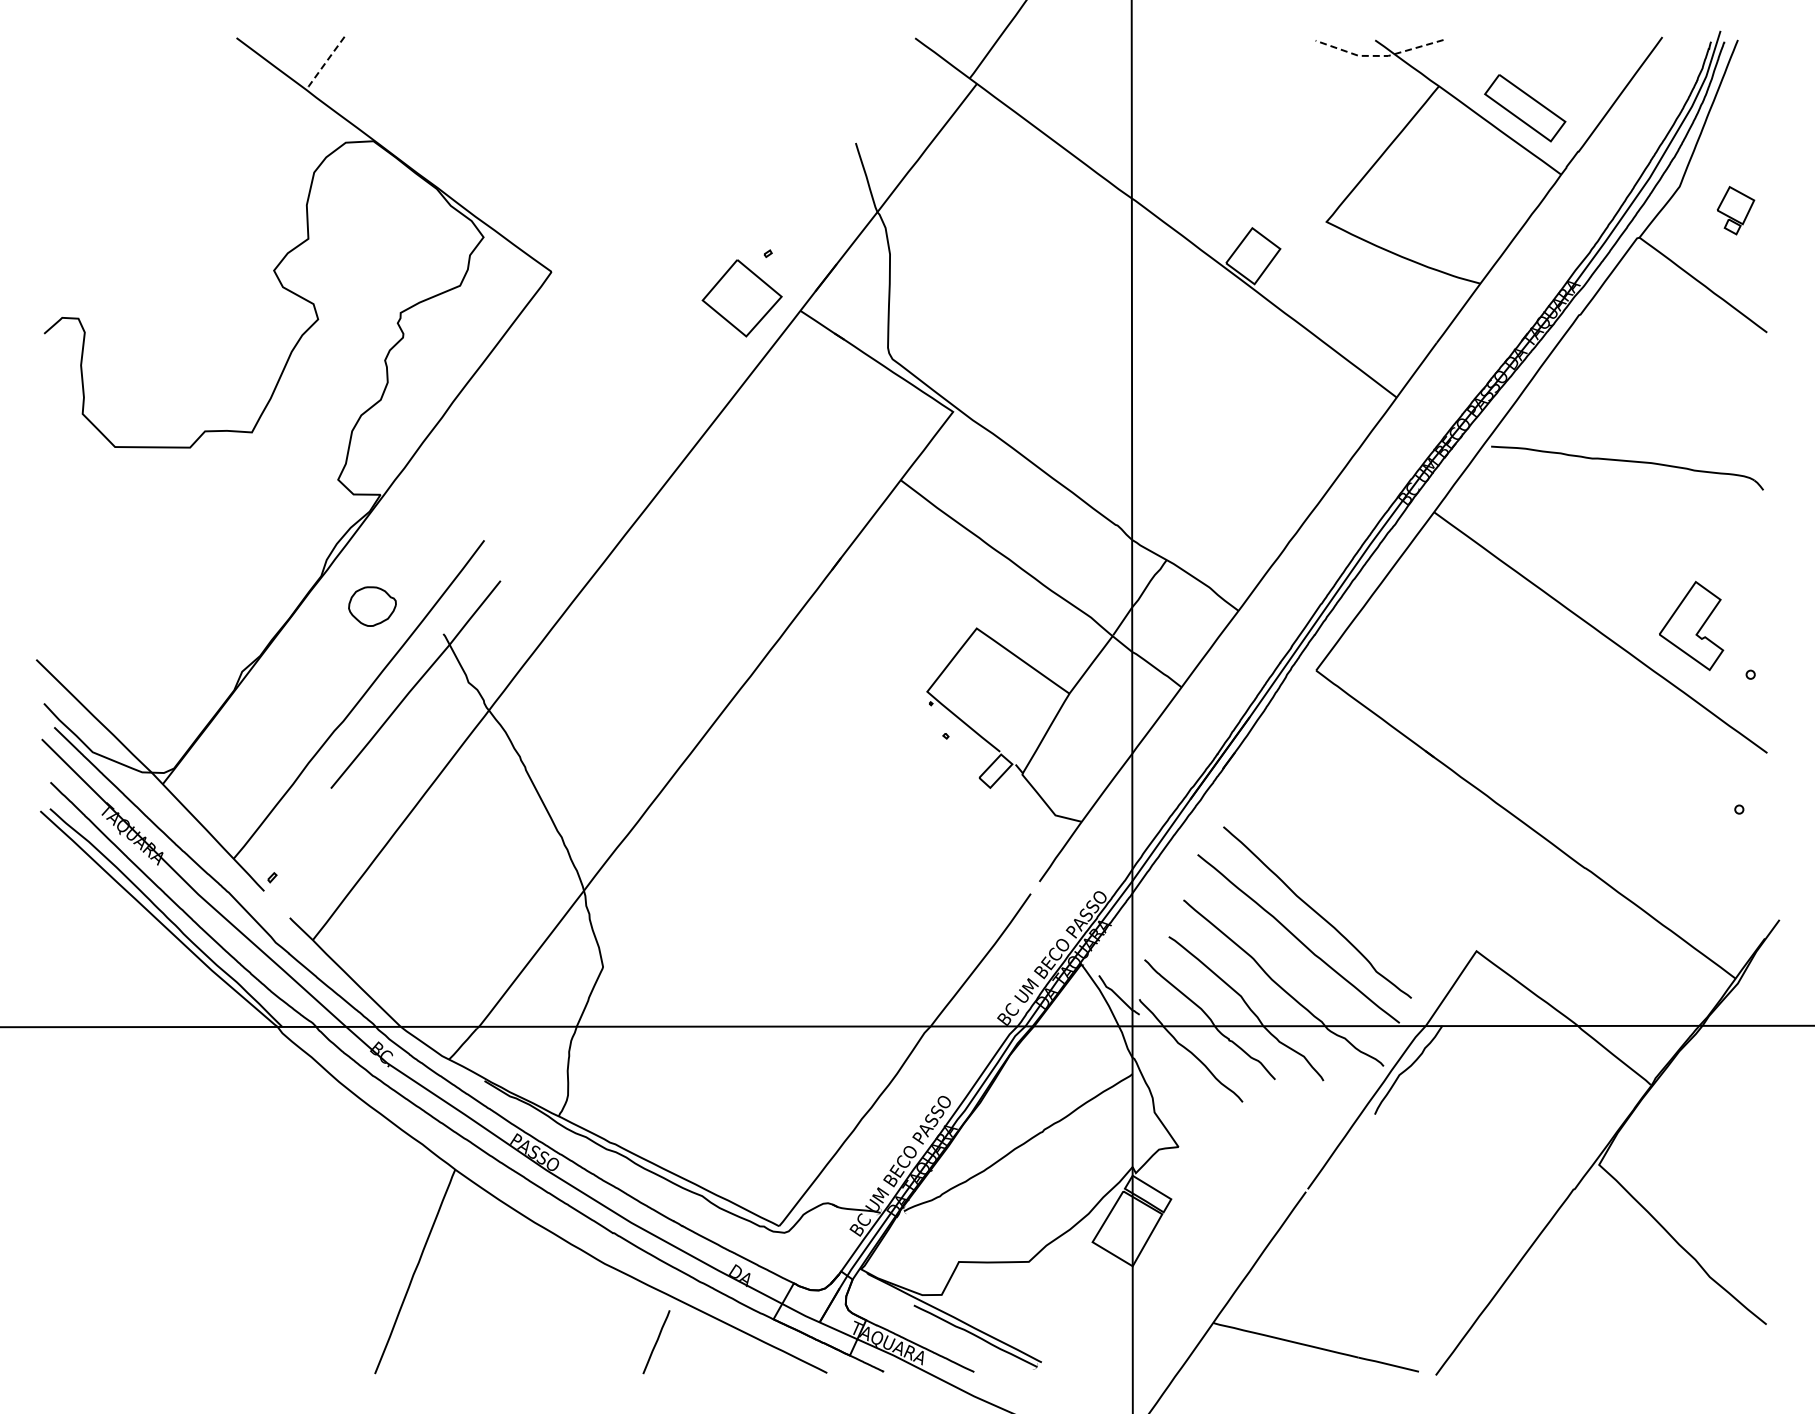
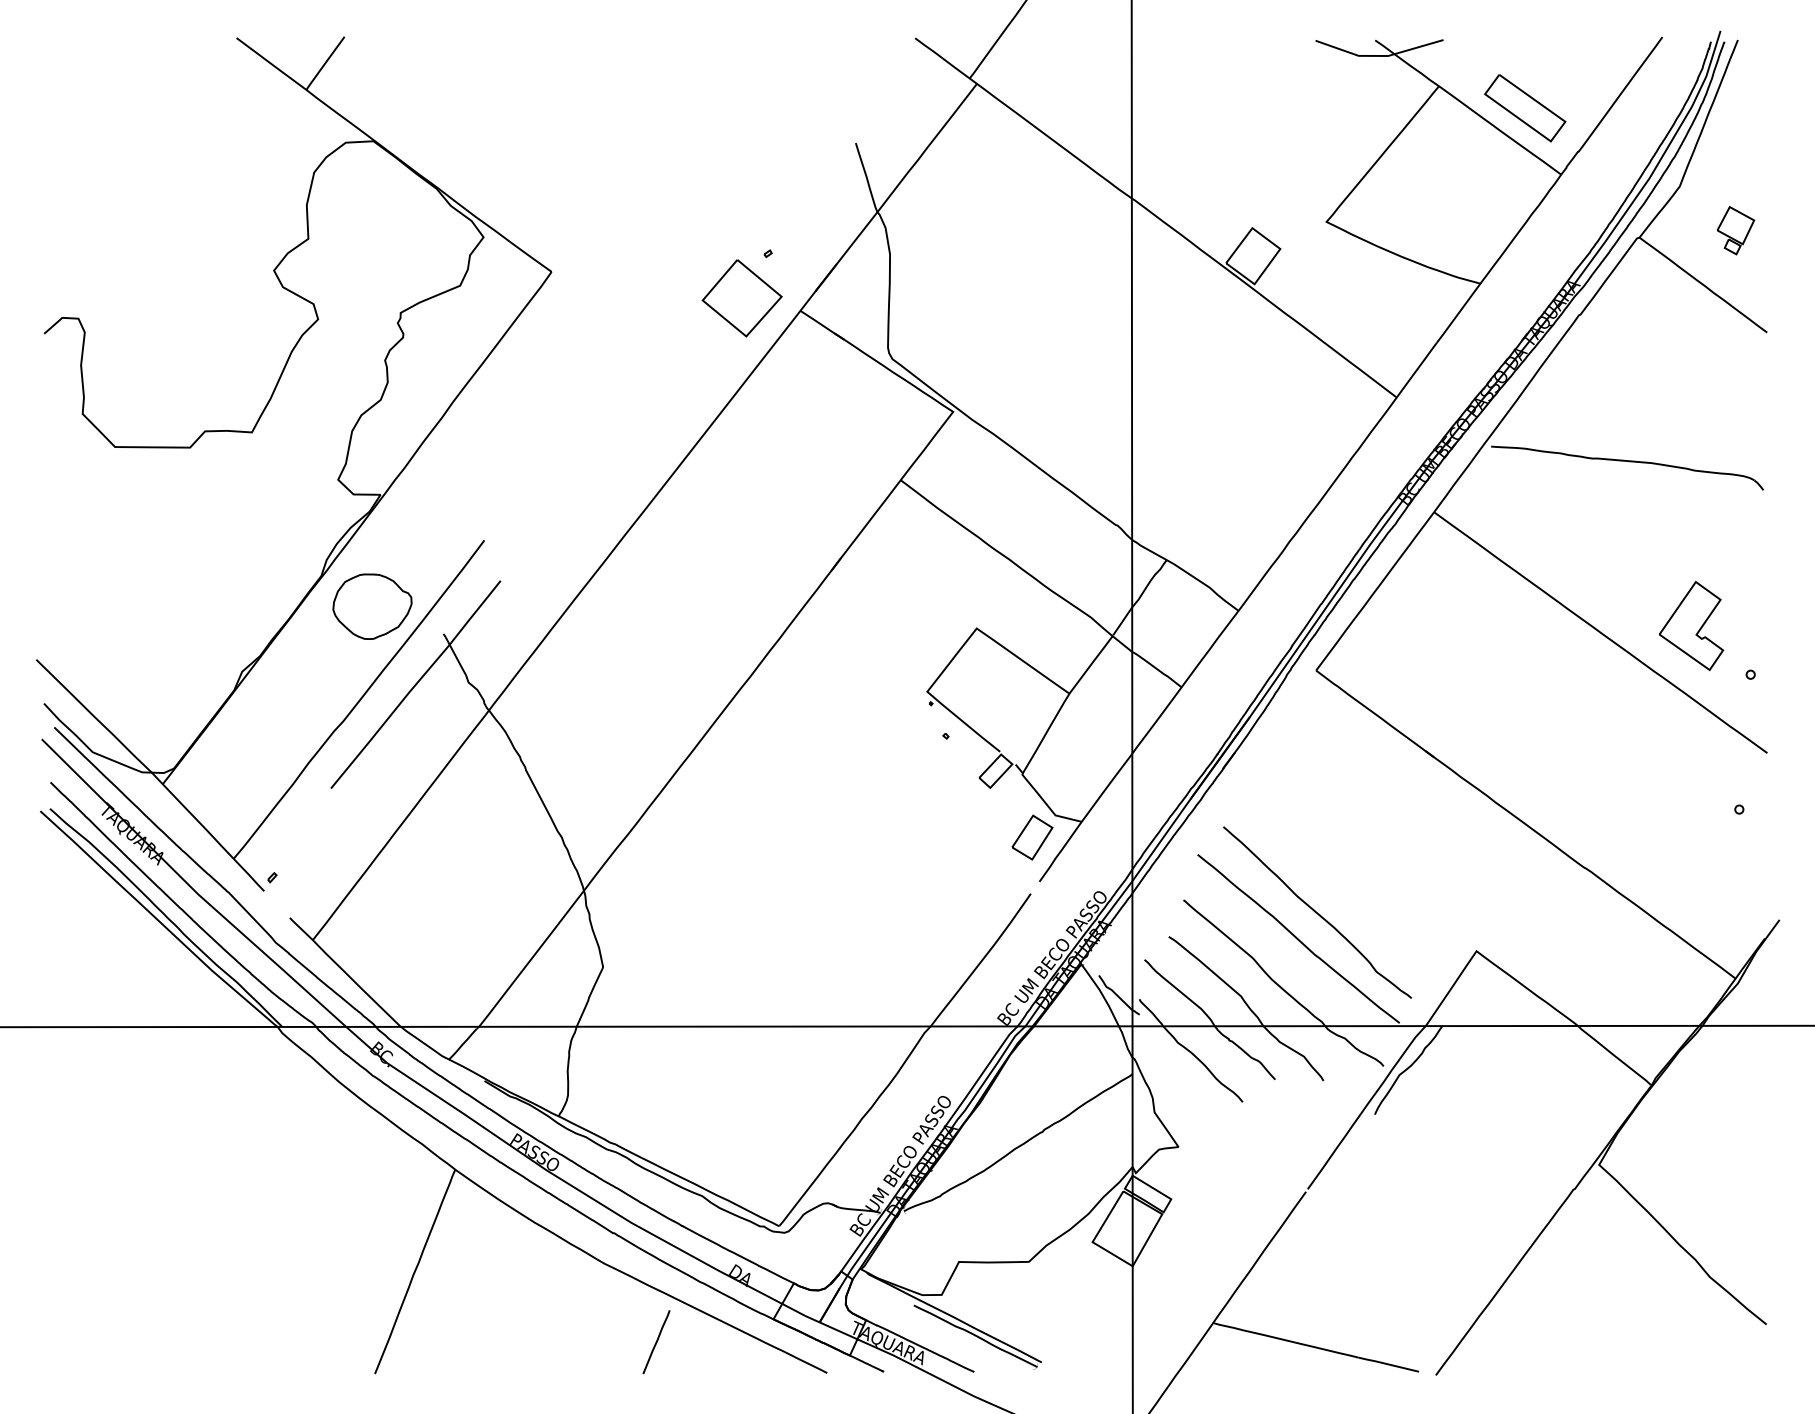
line at (1379, 55): dashed -> solid
line at (325, 63): dashed -> solid
part at (1735, 210) position: (1735, 210) -> (1735, 230)
part at (372, 606) size: 49x41 px -> 81x67 px
part at (1032, 837): none -> present
